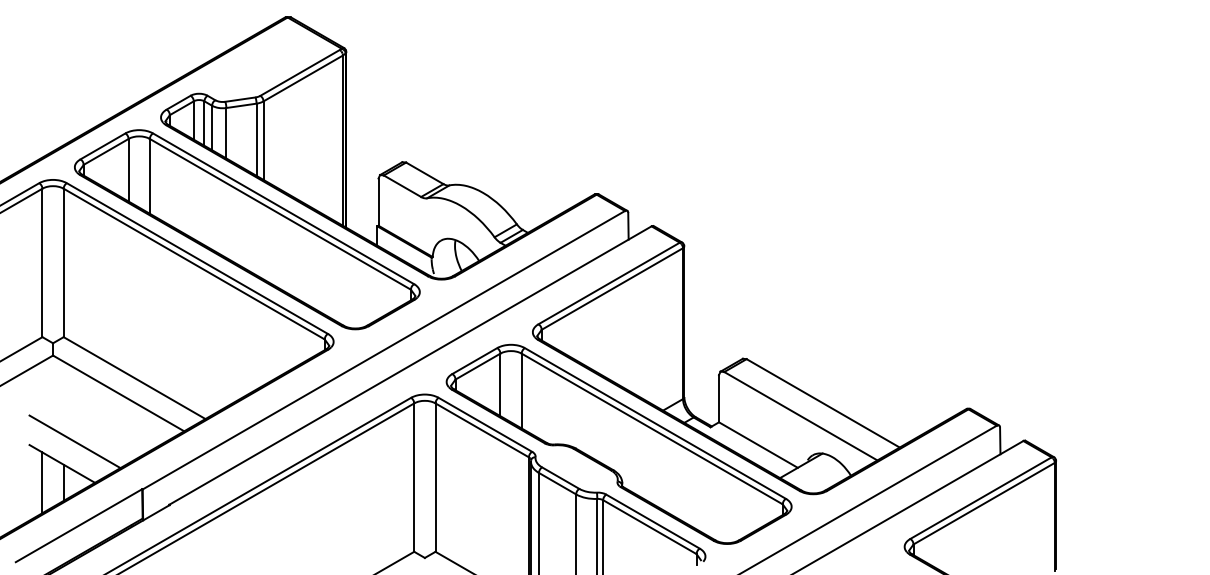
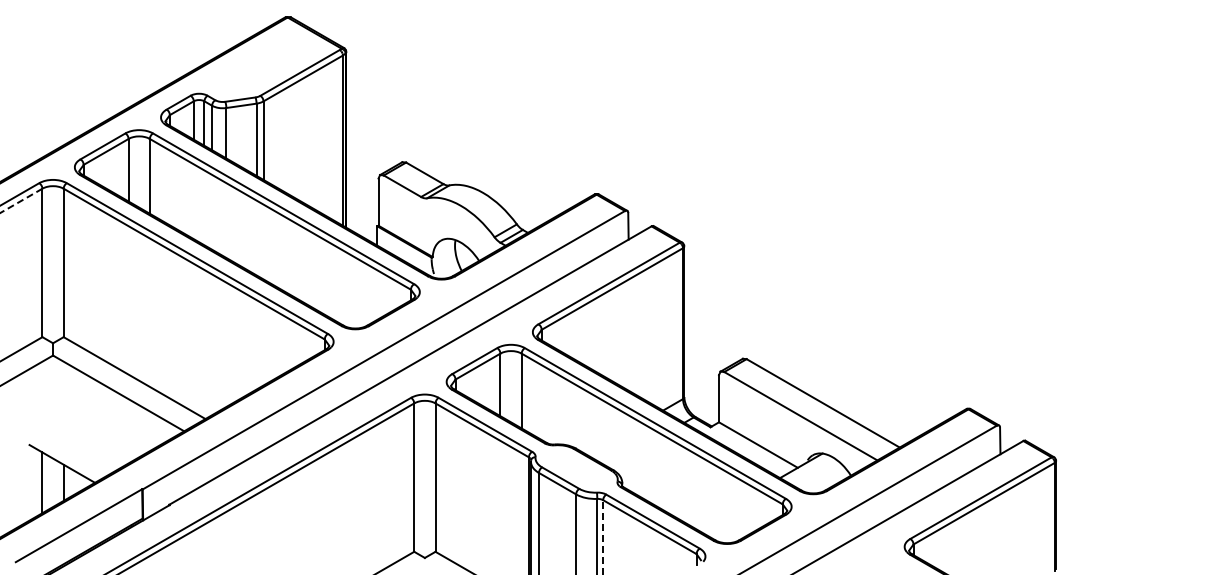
line at (20, 201): solid -> dashed
line at (74, 441): present -> none
line at (603, 537): solid -> dashed
